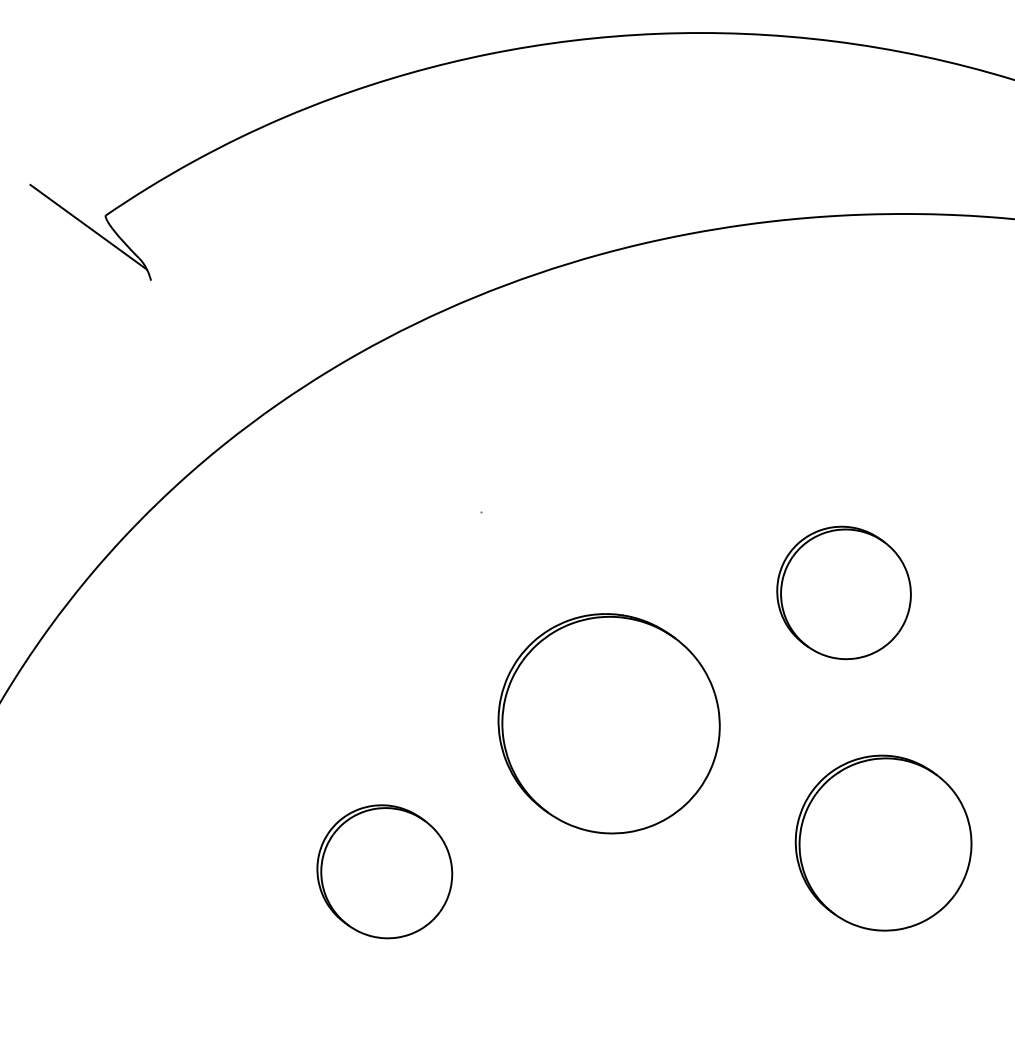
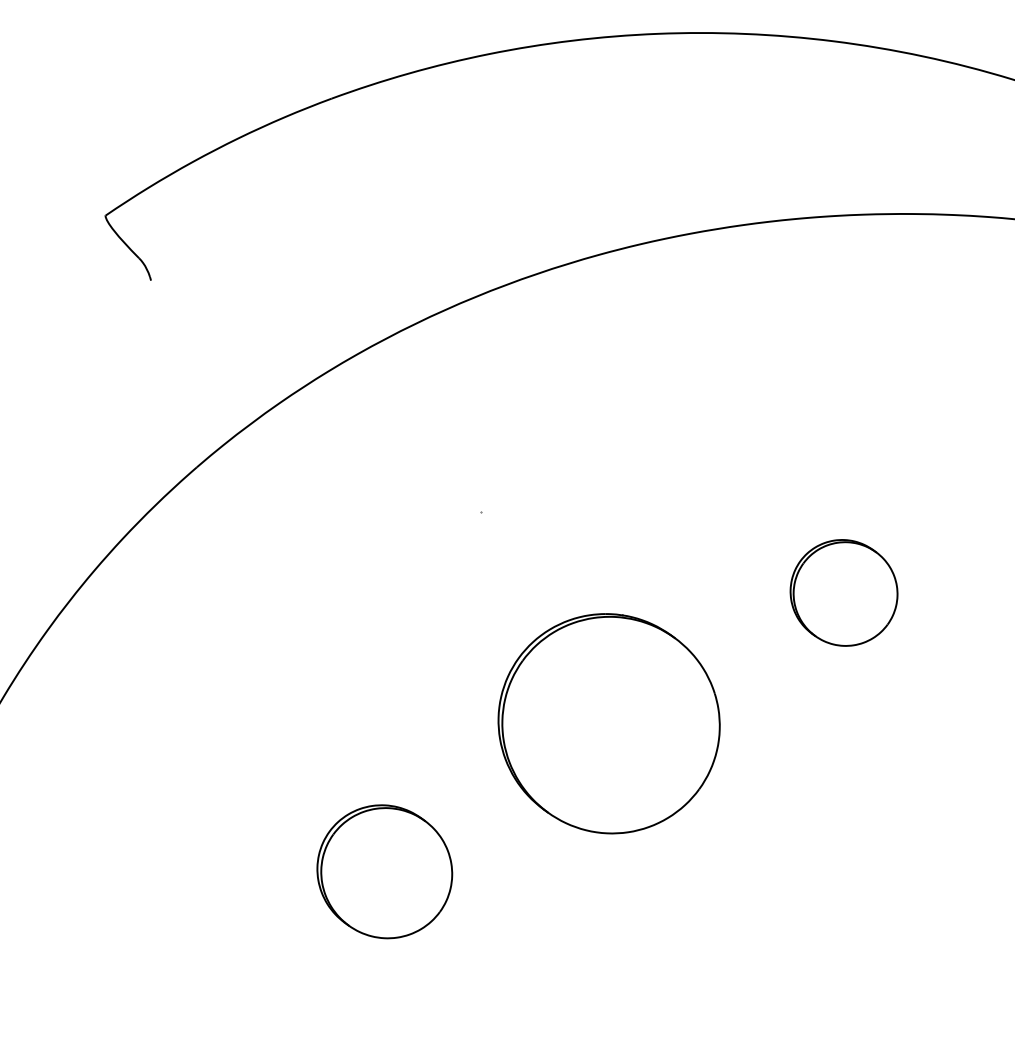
line at (88, 226): present -> none
part at (843, 592) size: 136x136 px -> 110x108 px
part at (883, 842): present -> none
